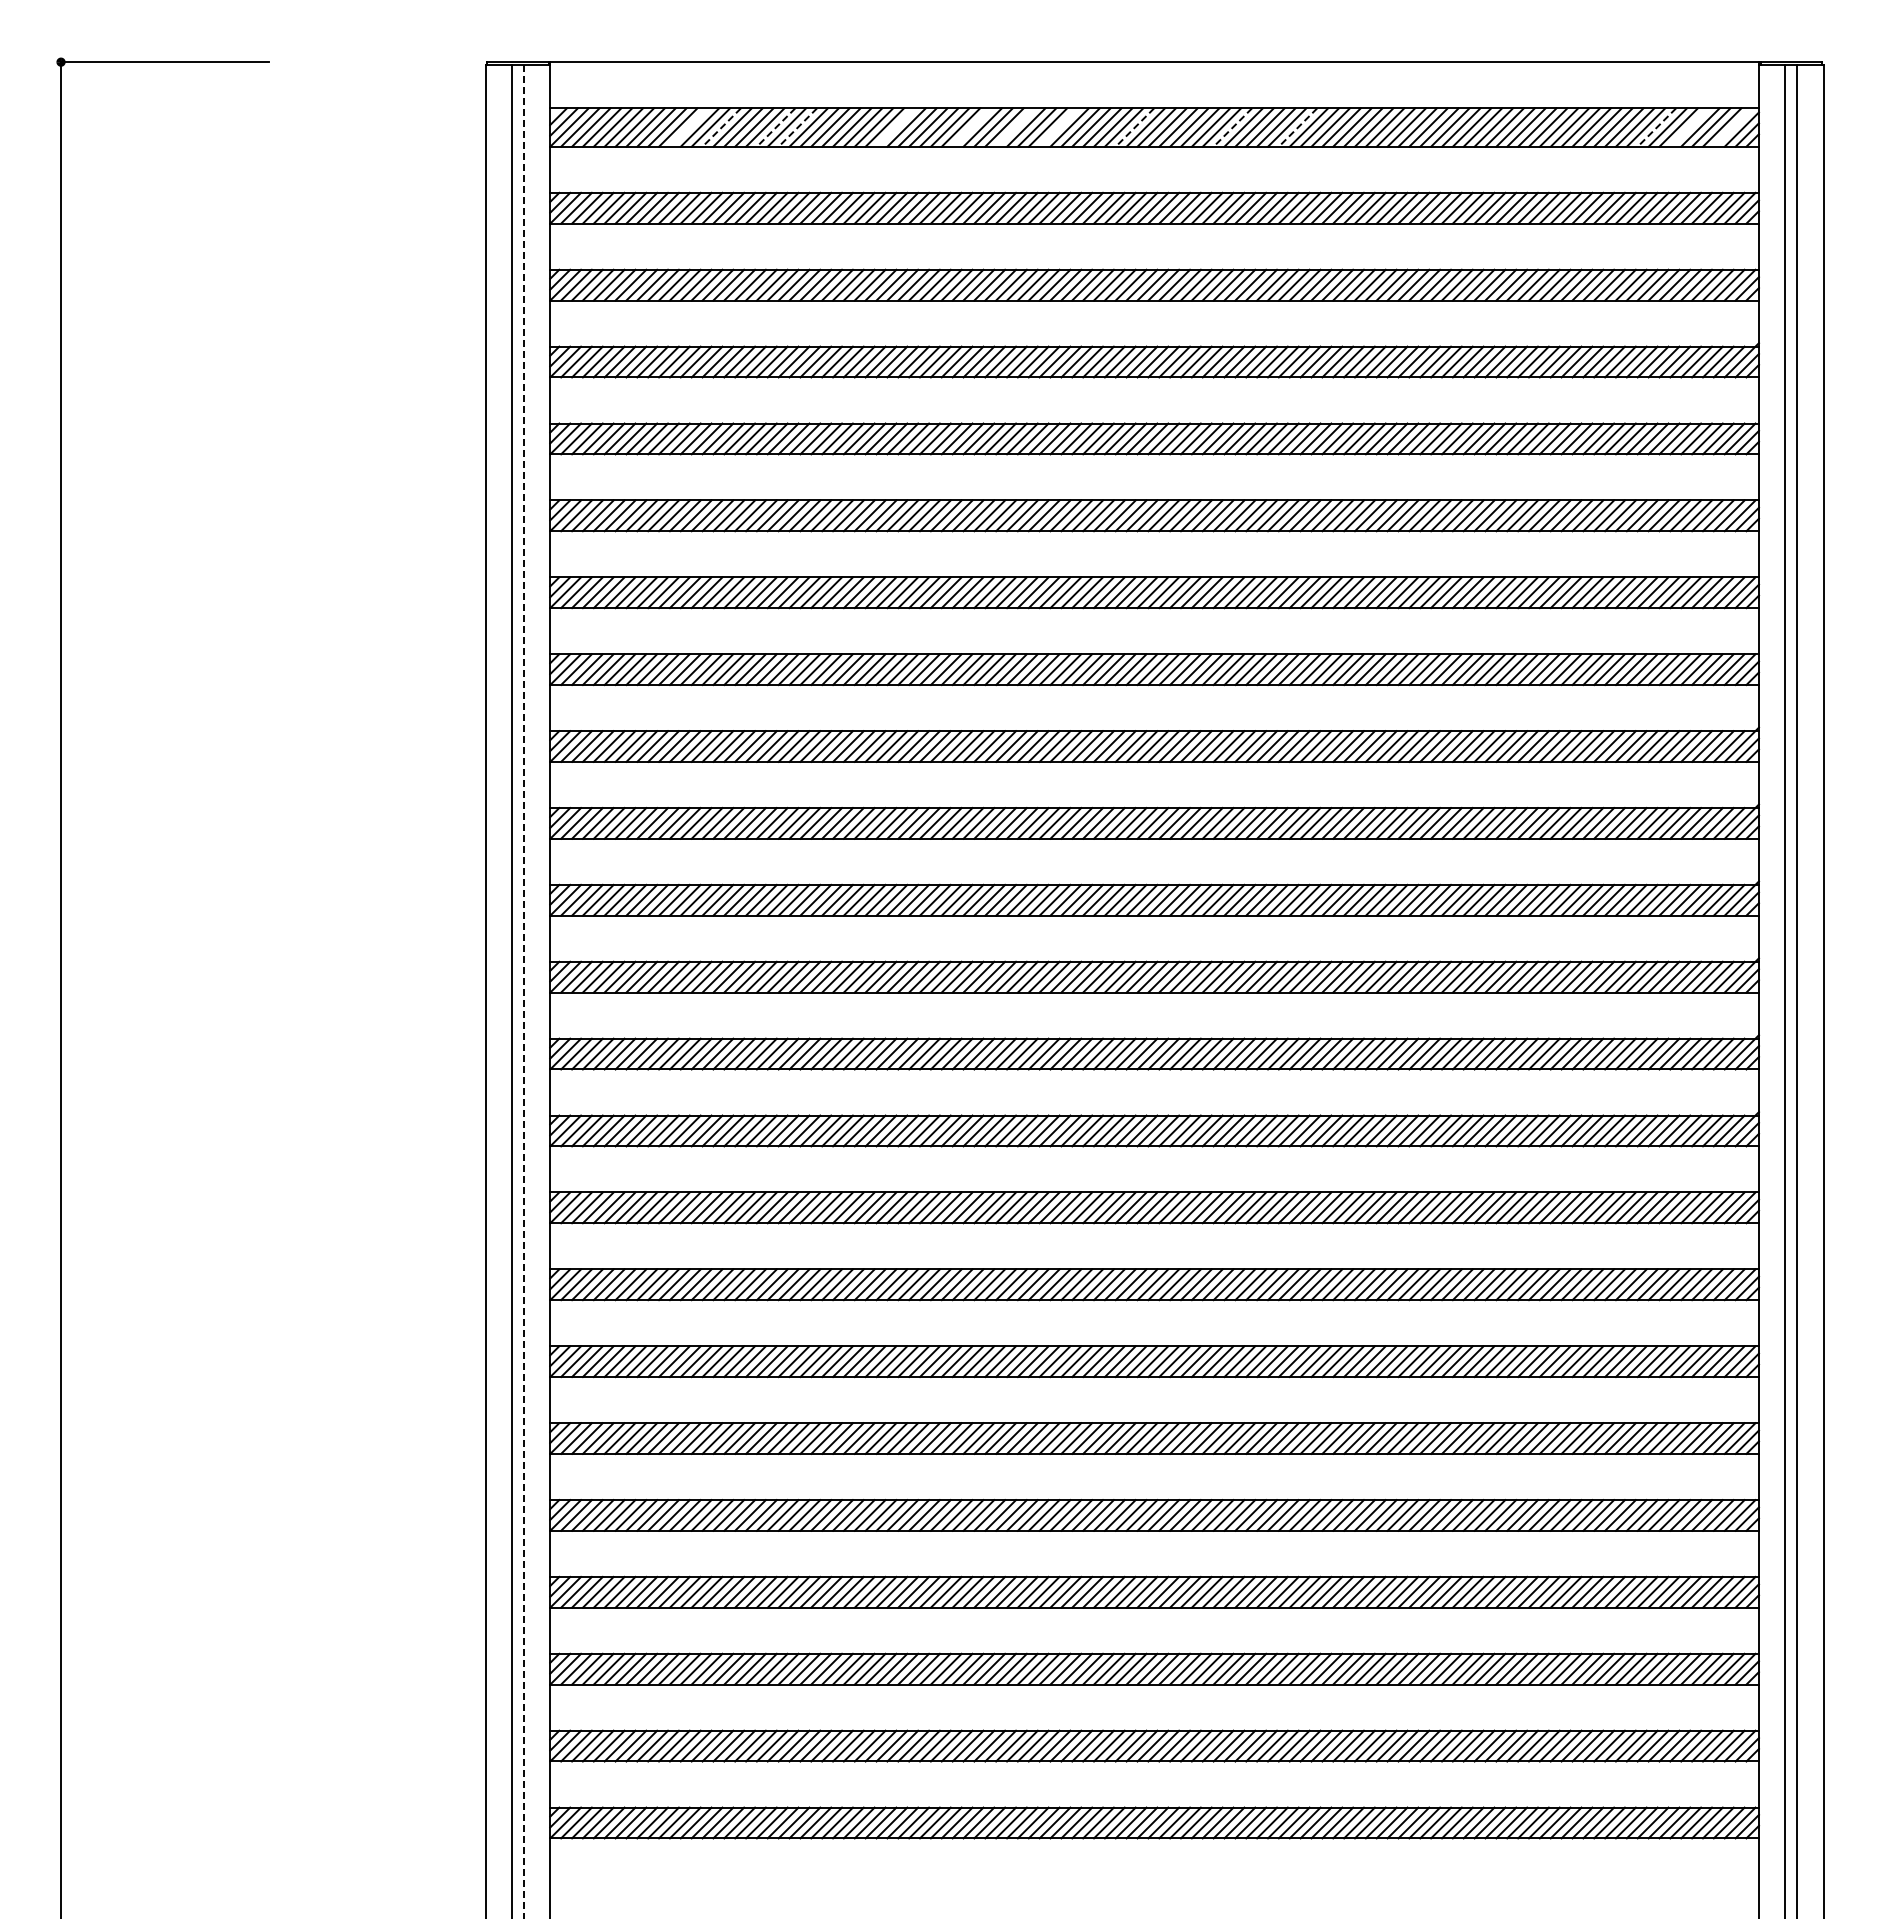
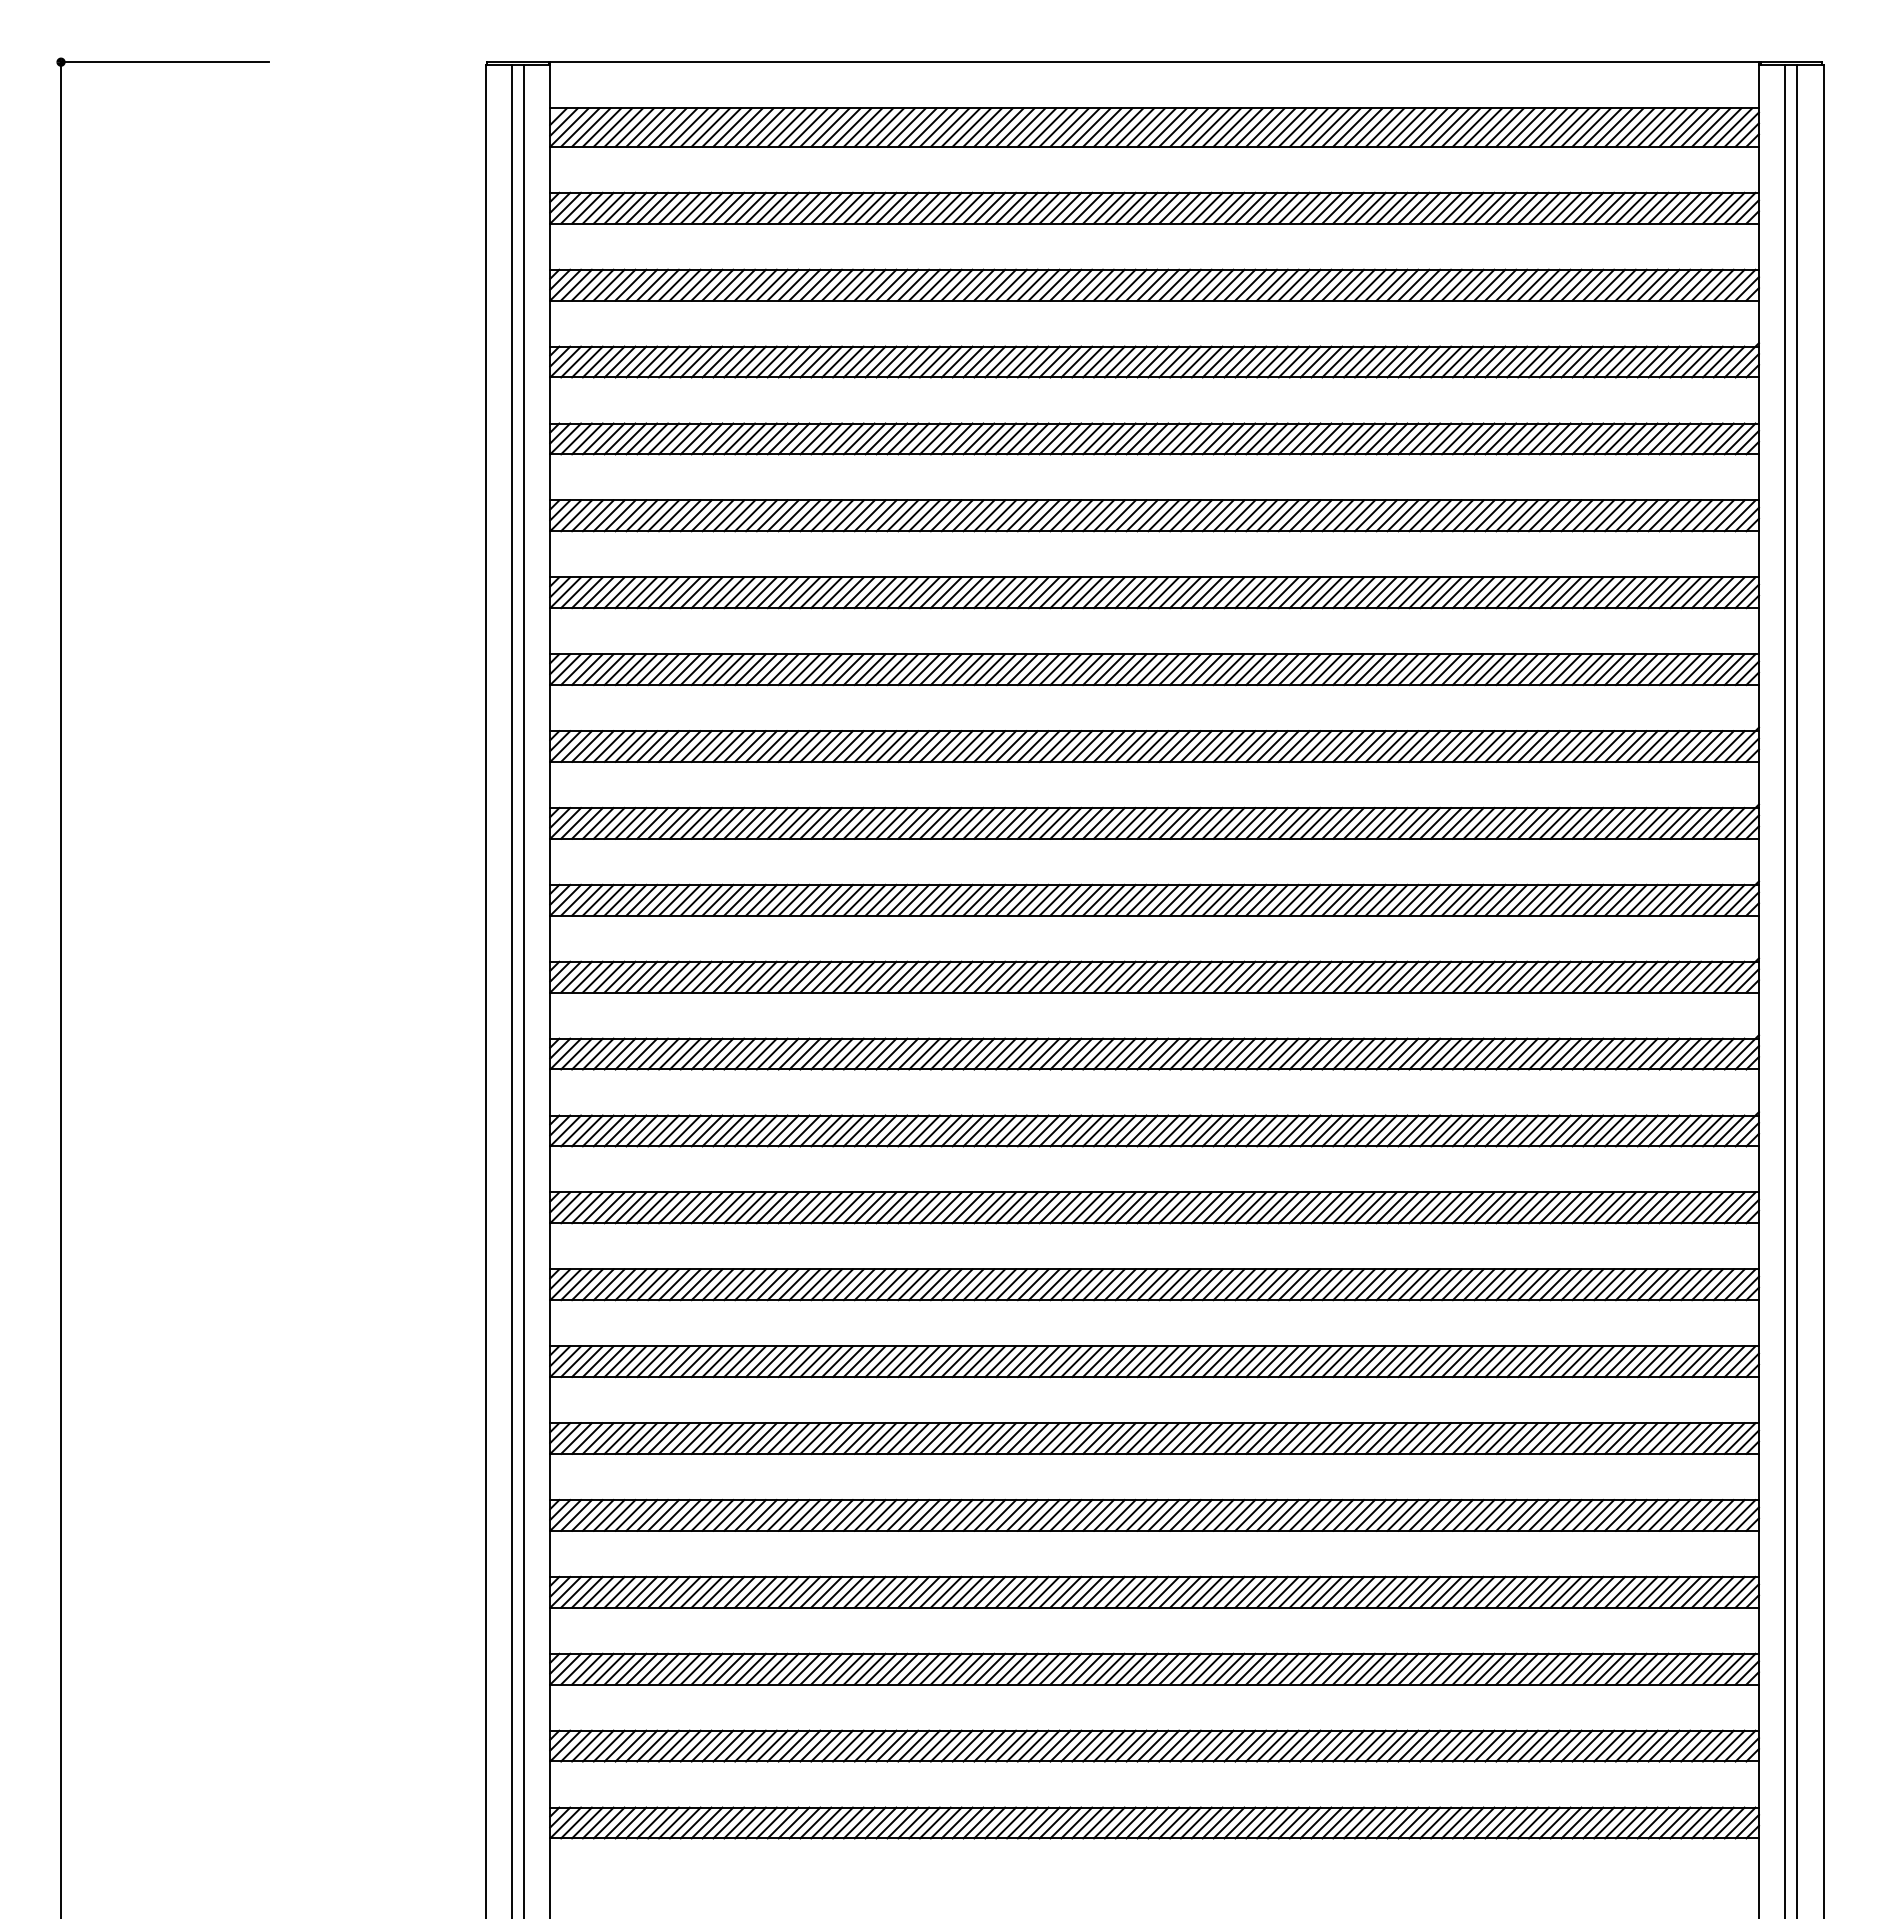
line at (688, 127): none -> present
line at (721, 127): dashed -> solid
line at (775, 127): dashed -> solid
line at (797, 127): dashed -> solid
line at (895, 127): none -> present
line at (971, 127): none -> present
line at (1015, 127): none -> present
line at (1058, 127): none -> present
line at (1134, 127): dashed -> solid
line at (1232, 127): dashed -> solid
line at (1297, 127): dashed -> solid
line at (1656, 127): dashed -> solid
line at (1689, 127): none -> present
line at (1732, 127): none -> present
line at (523, 992): dashed -> solid
